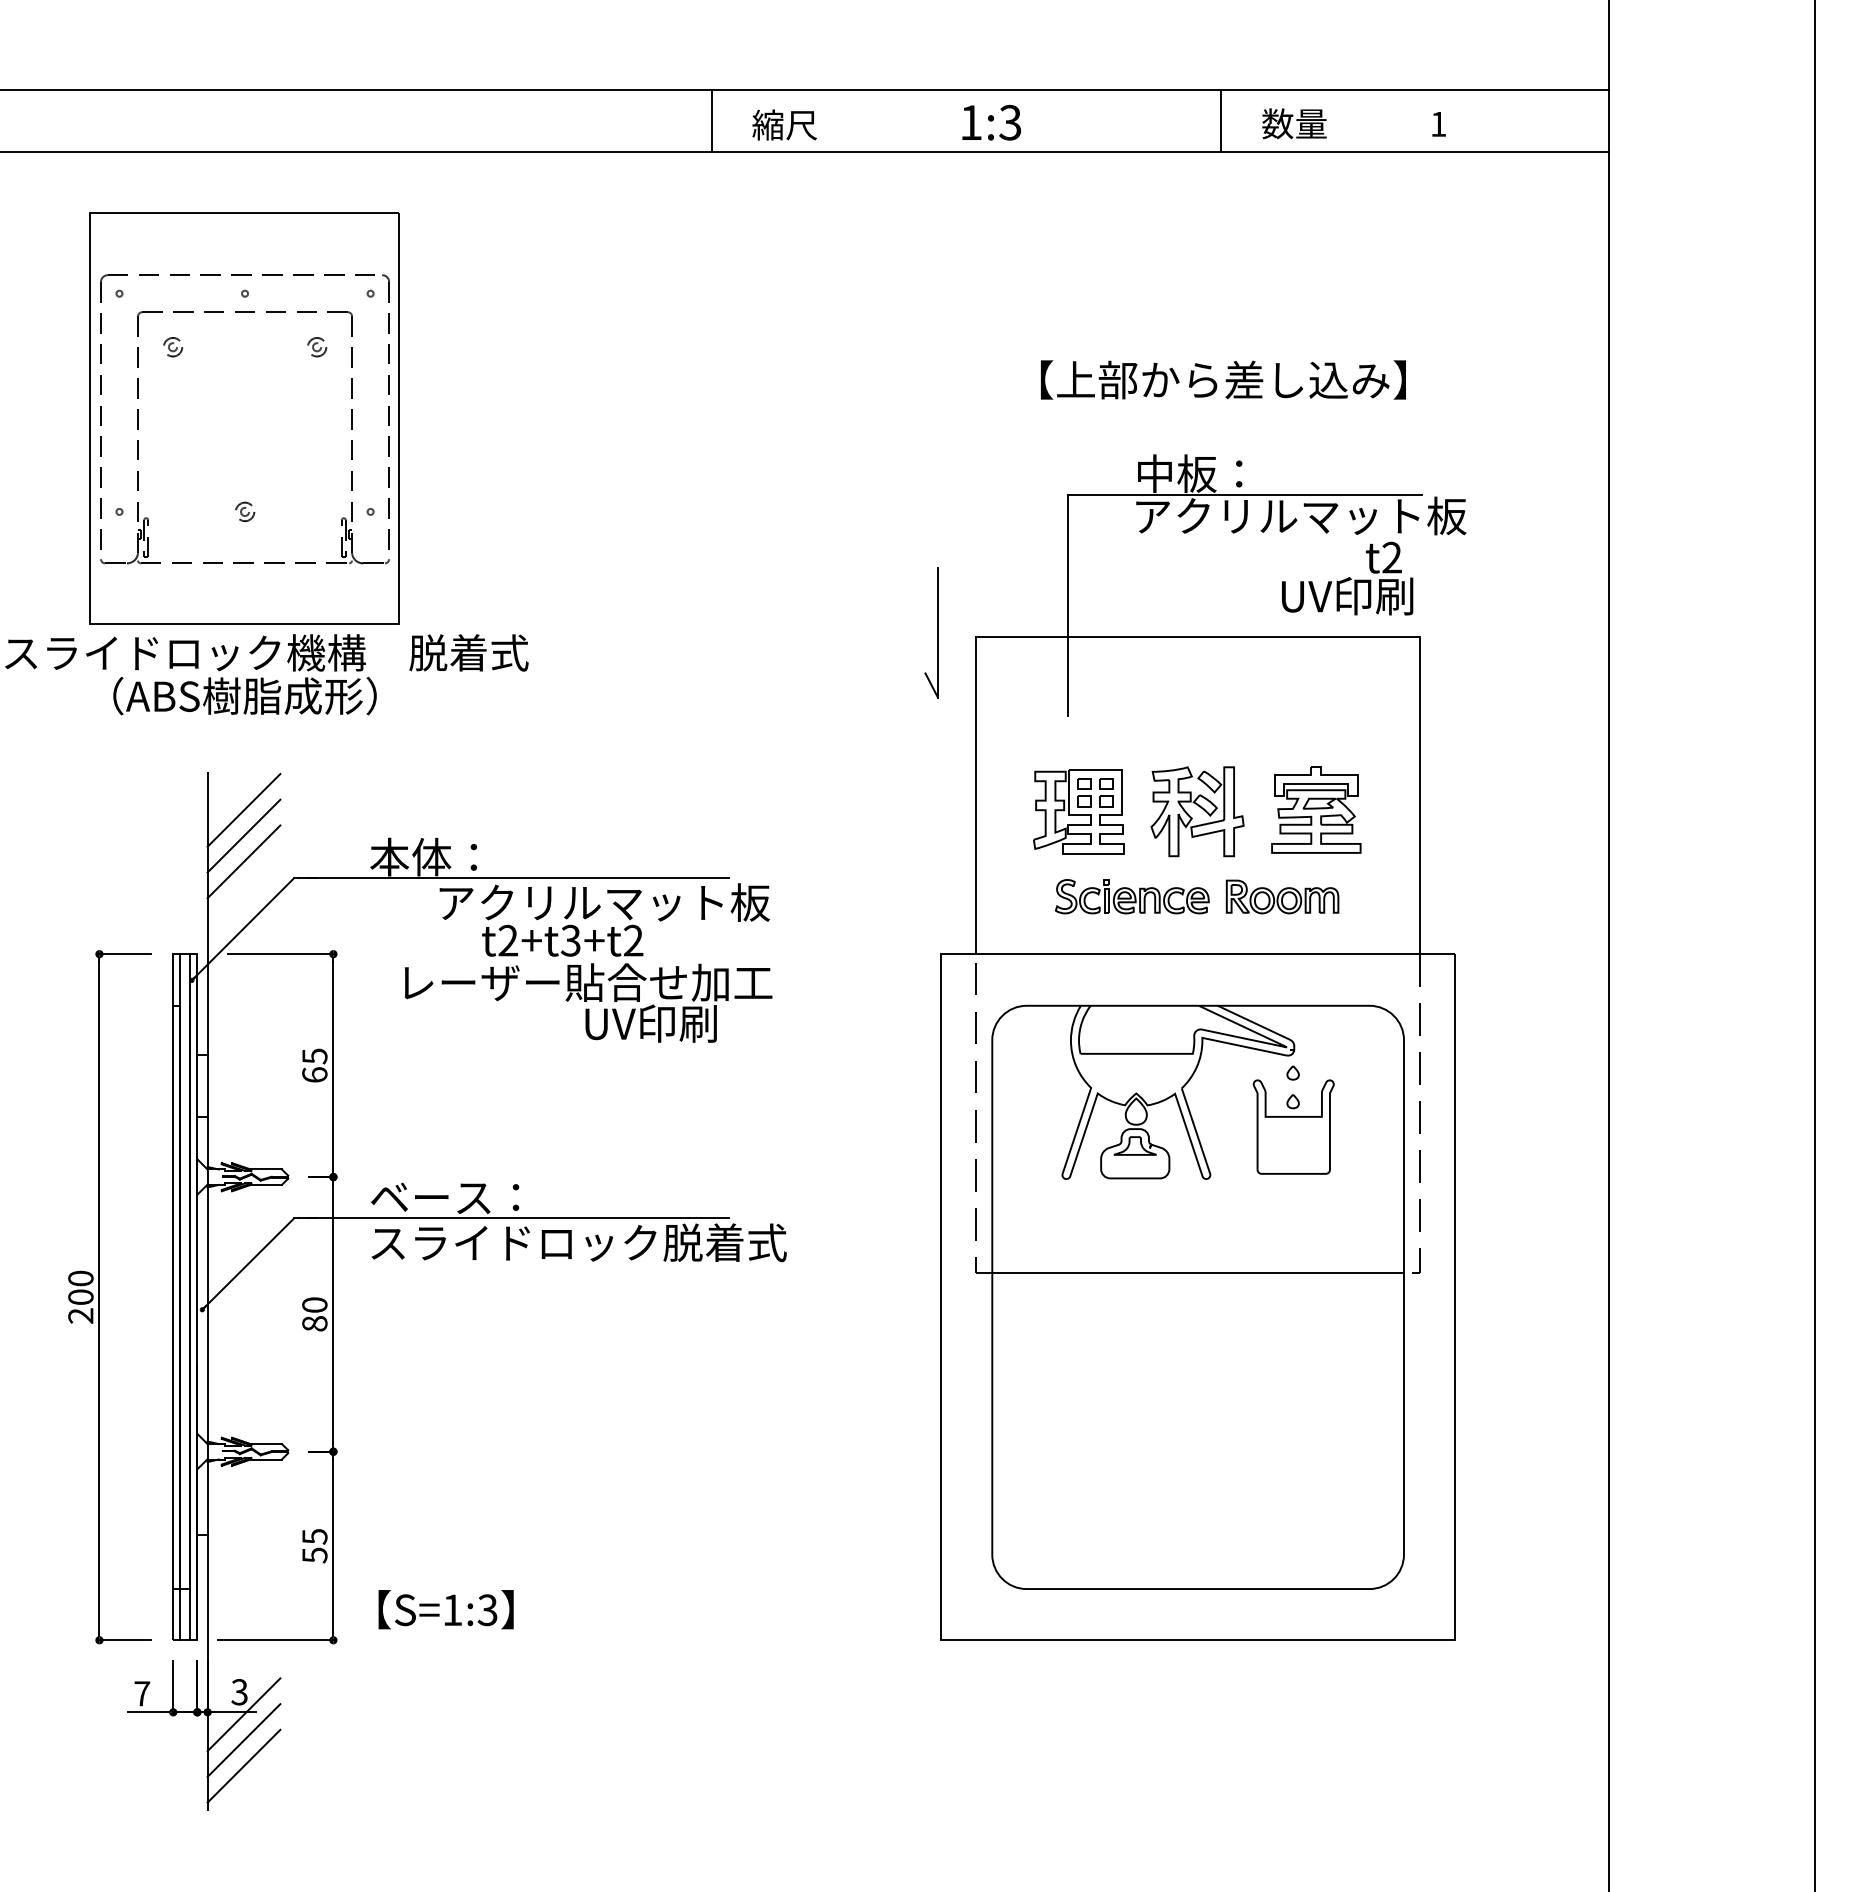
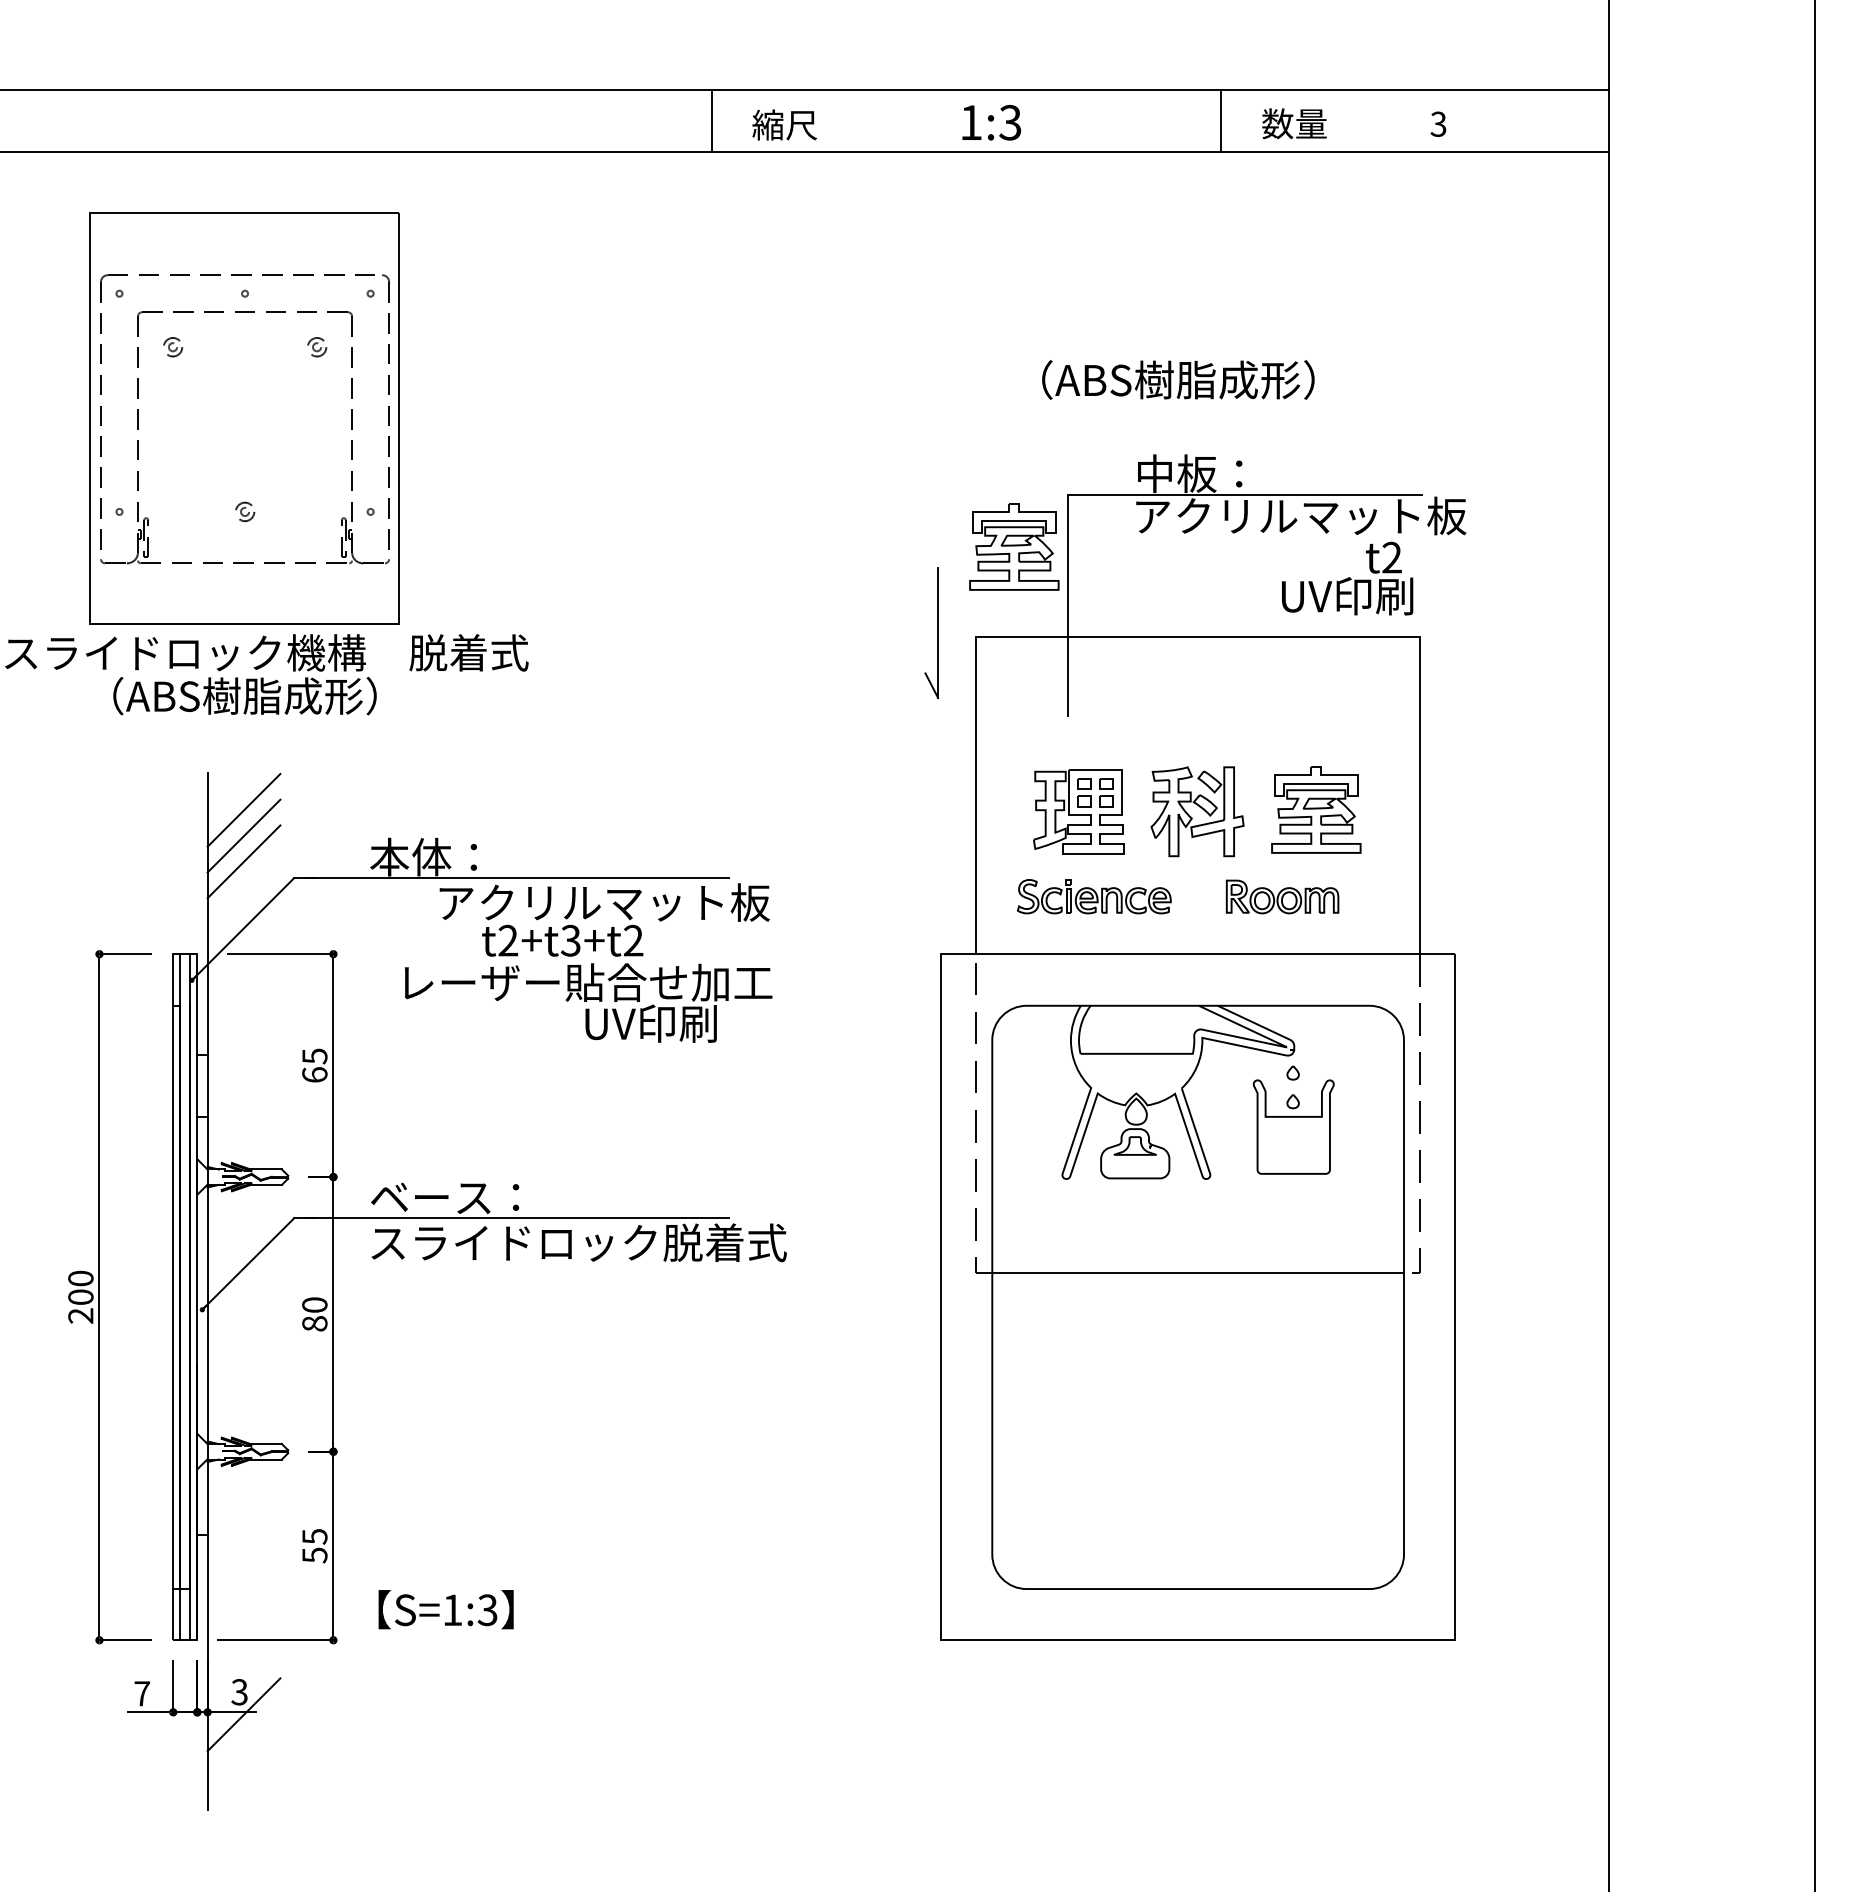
text at (1438, 124): 1 -> 3
text at (1222, 379): 【上部から差し込み】 -> （ABS樹脂成形）
part at (1014, 546): none -> present
part at (1131, 896) position: (1131, 896) -> (1093, 896)
line at (243, 1740): present -> none
line at (243, 1765): present -> none
